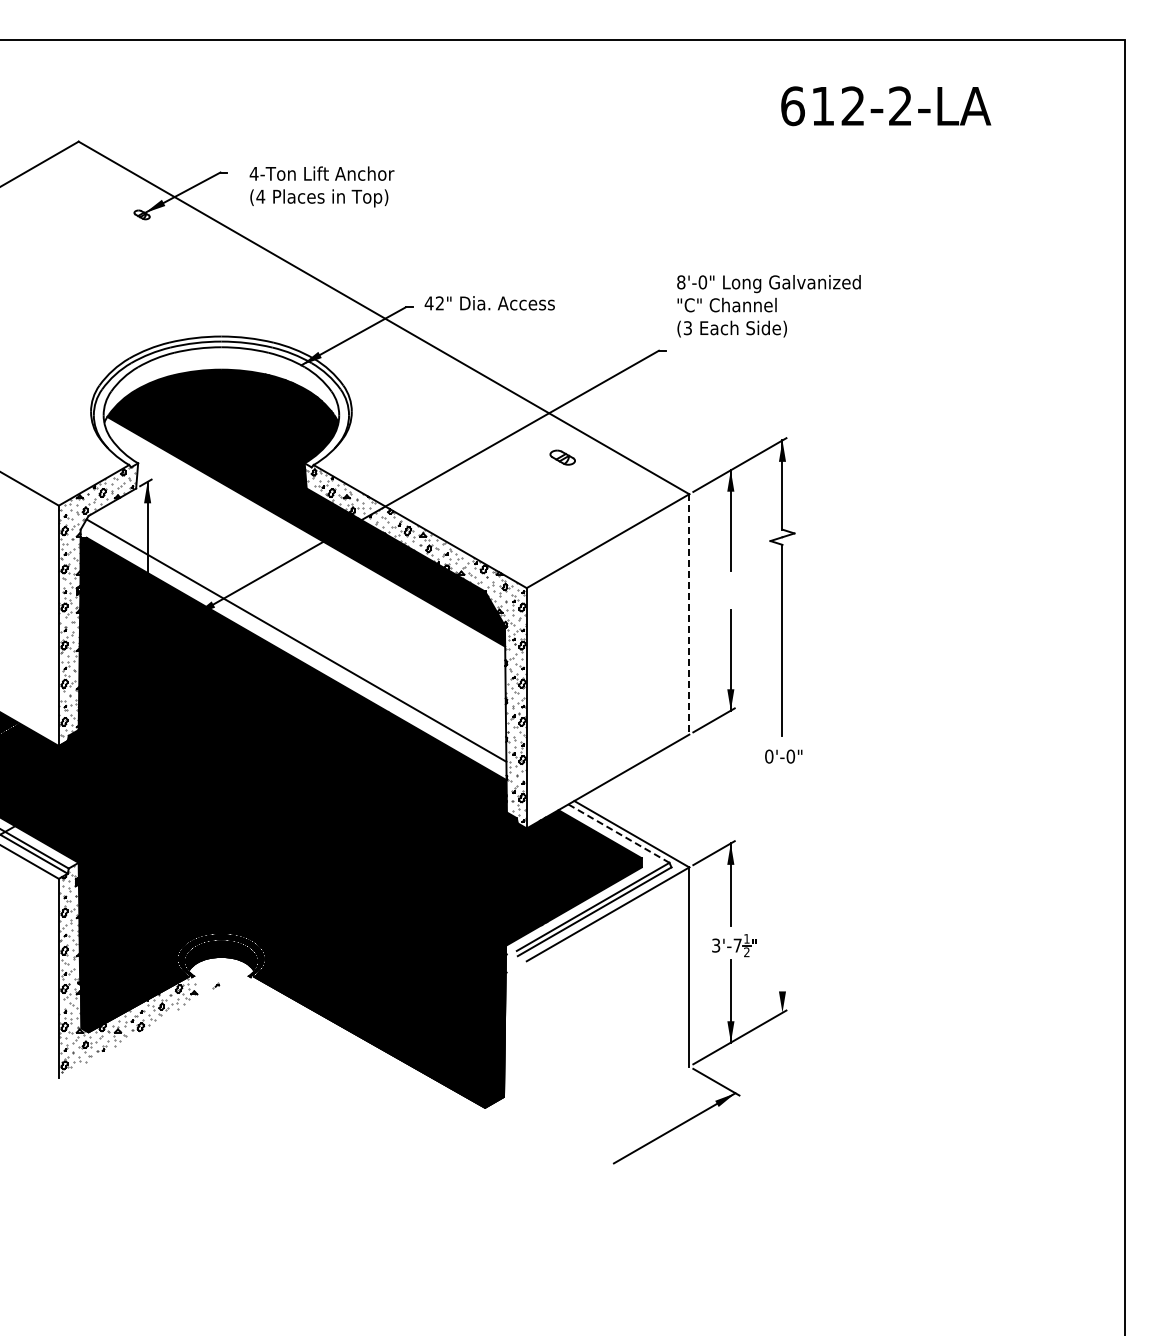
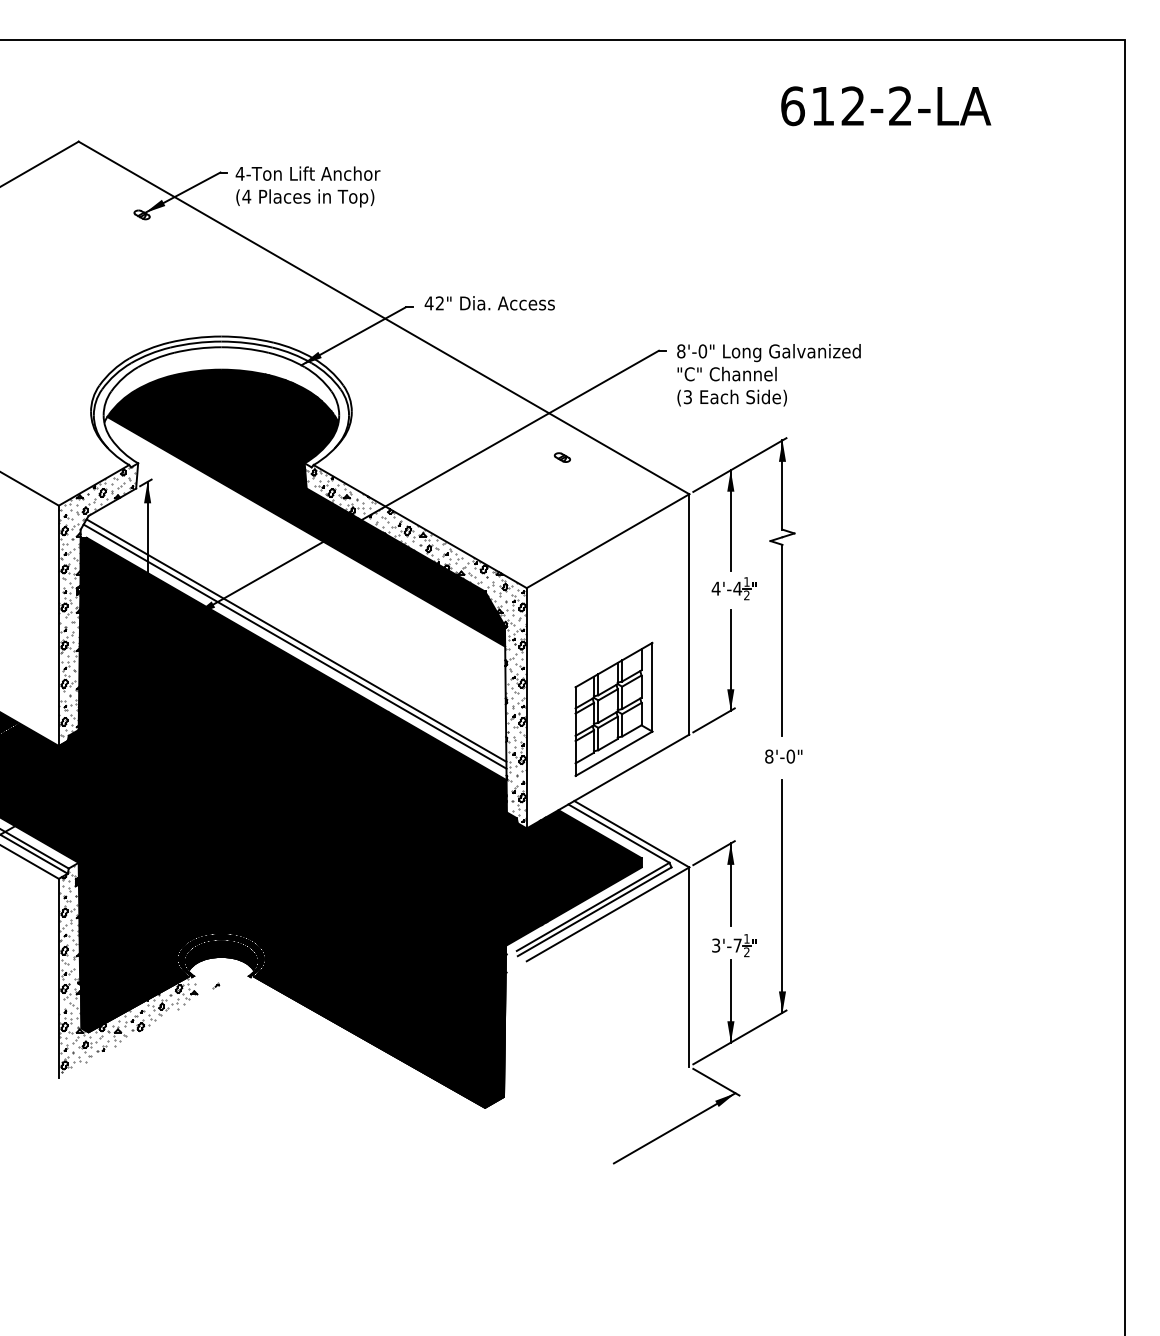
text at (321, 186) position: (321, 186) -> (307, 186)
text at (768, 306) position: (768, 306) -> (768, 375)
part at (562, 457) size: 27x17 px -> 18x11 px
part at (733, 588): none -> present
line at (689, 614): dashed -> solid
line at (294, 646): none -> present
part at (613, 708): none -> present
text at (769, 756): 0'-0" -> 8'-0"
line at (619, 833): dashed -> solid
line at (782, 895): none -> present
